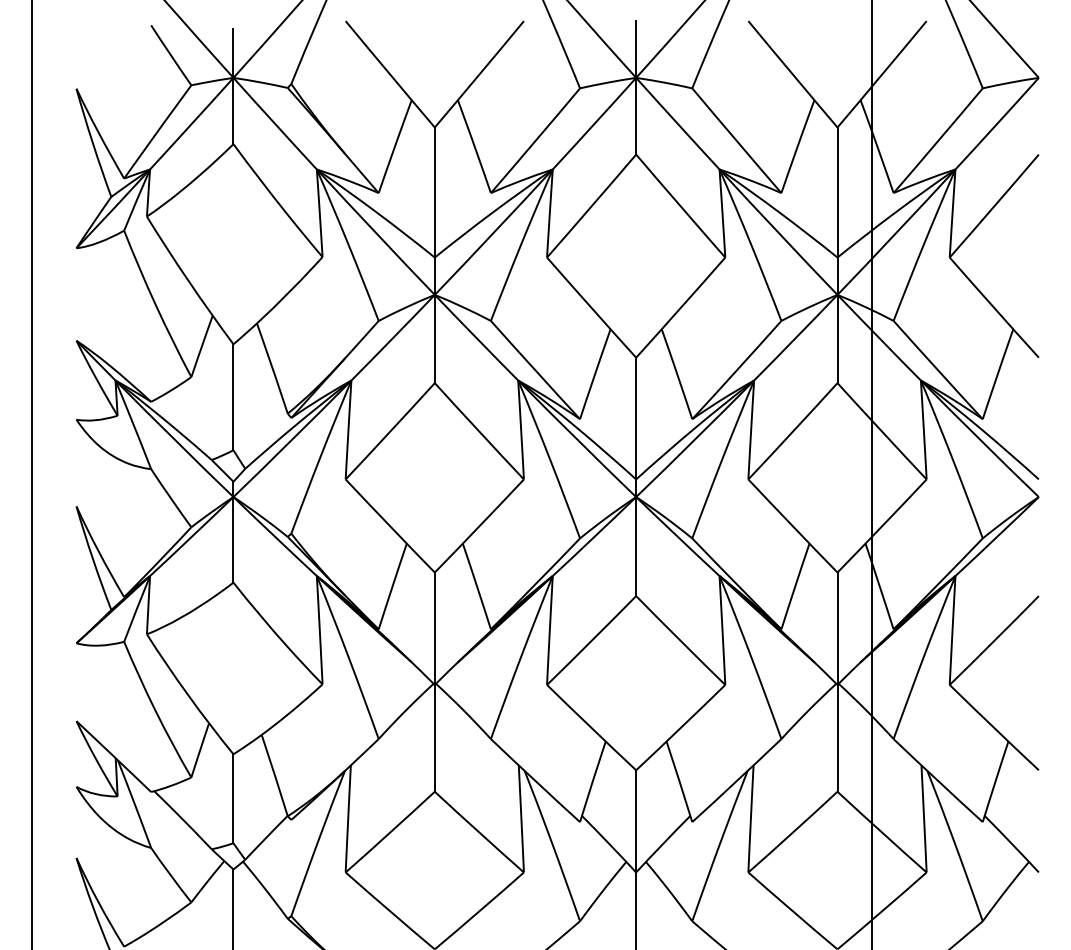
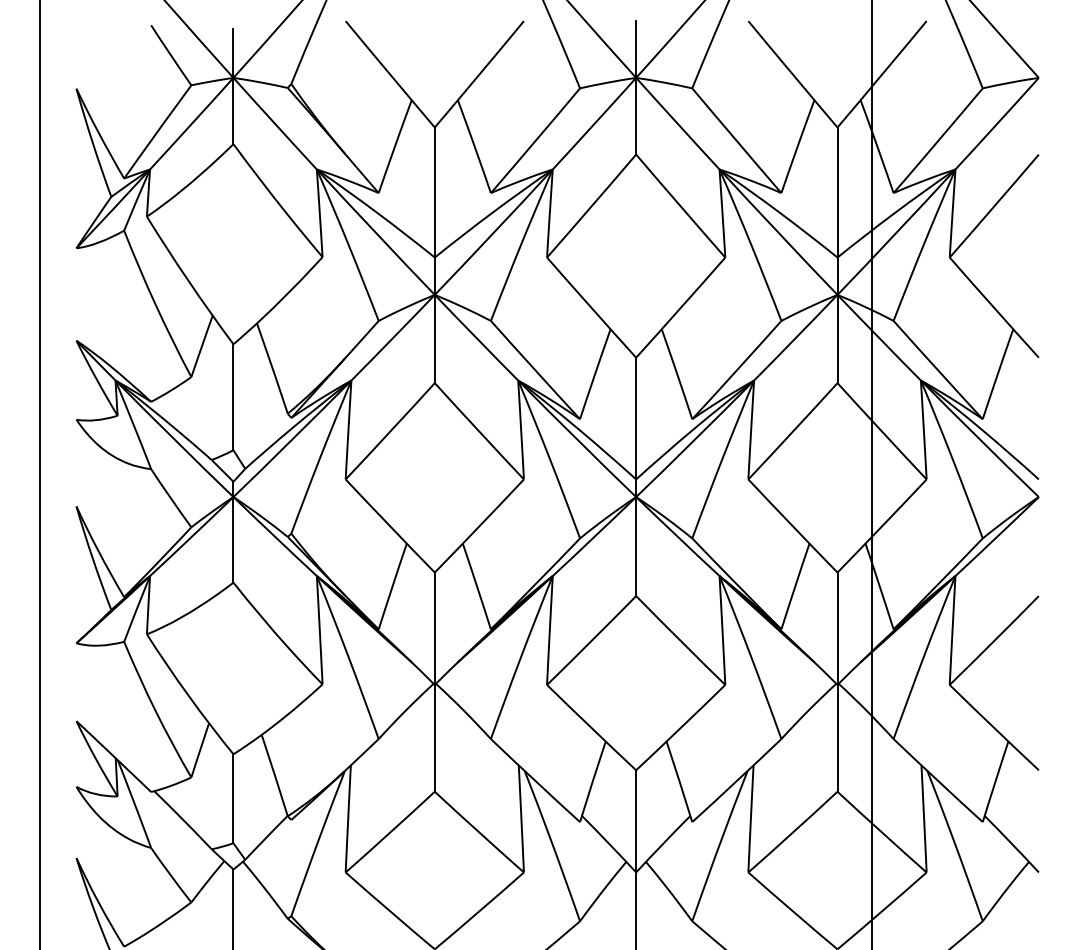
line at (32, 474) position: (32, 474) -> (40, 474)
